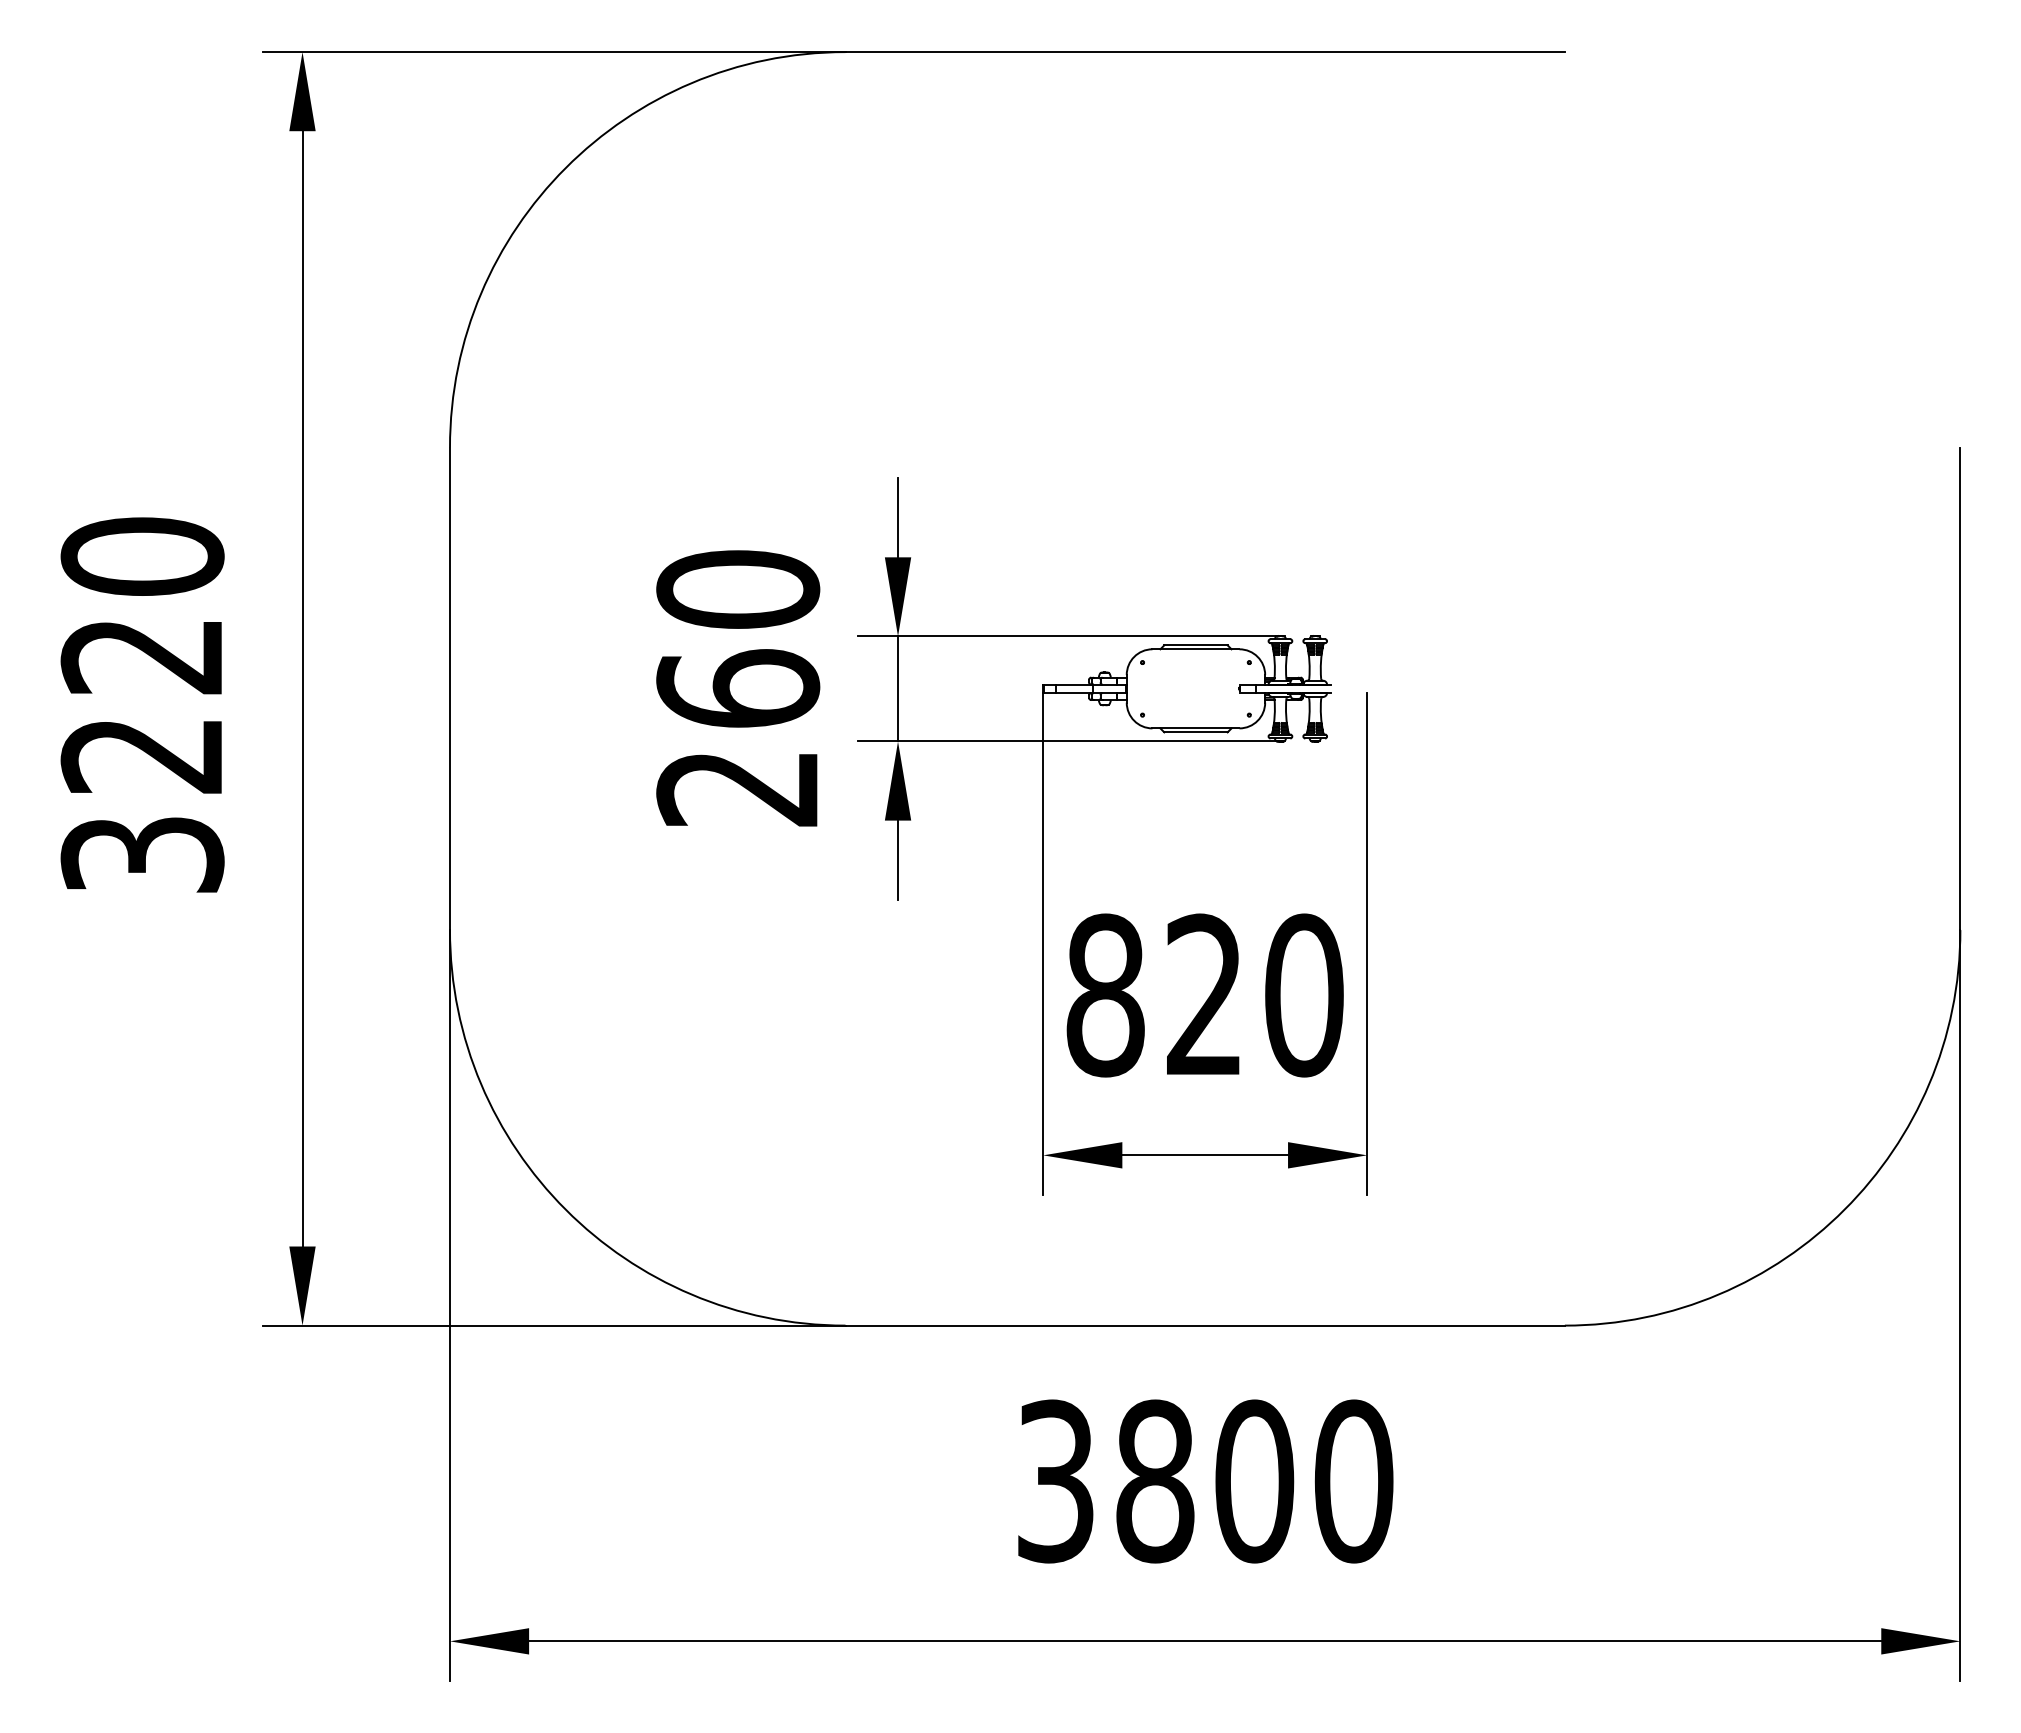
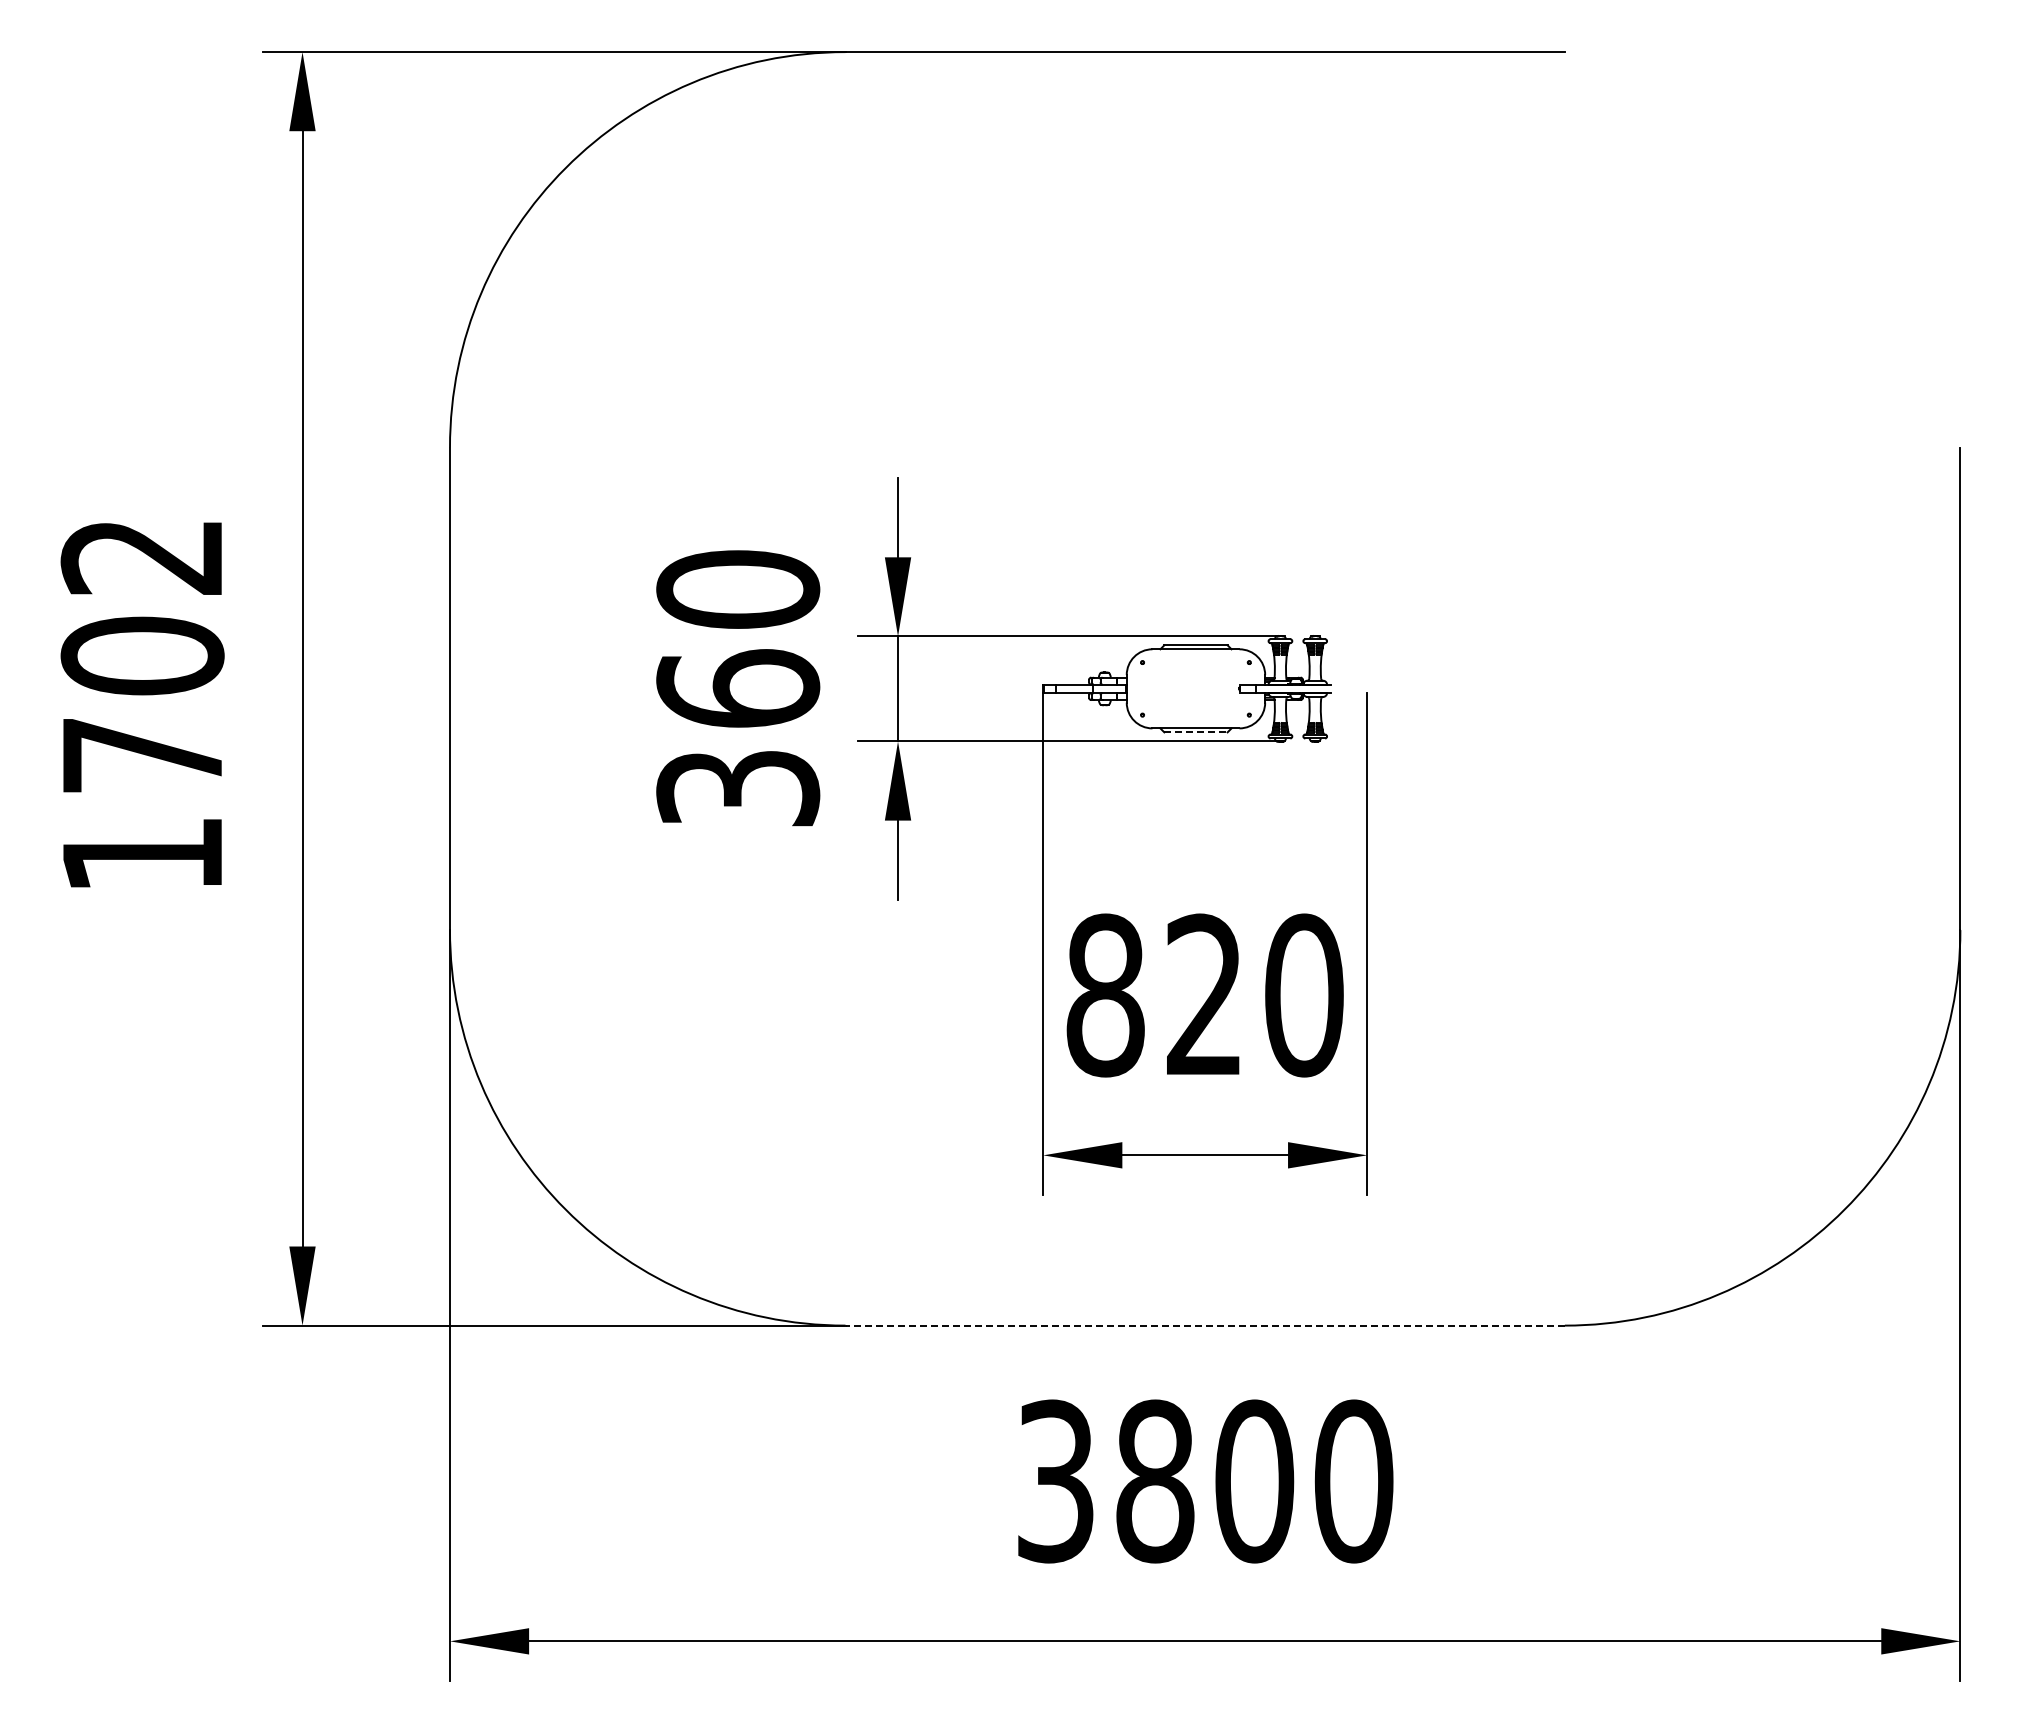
text at (142, 704): 3220 -> 1702
line at (1195, 732): solid -> dashed
text at (738, 788): 260 -> 360
line at (1205, 1325): solid -> dashed
